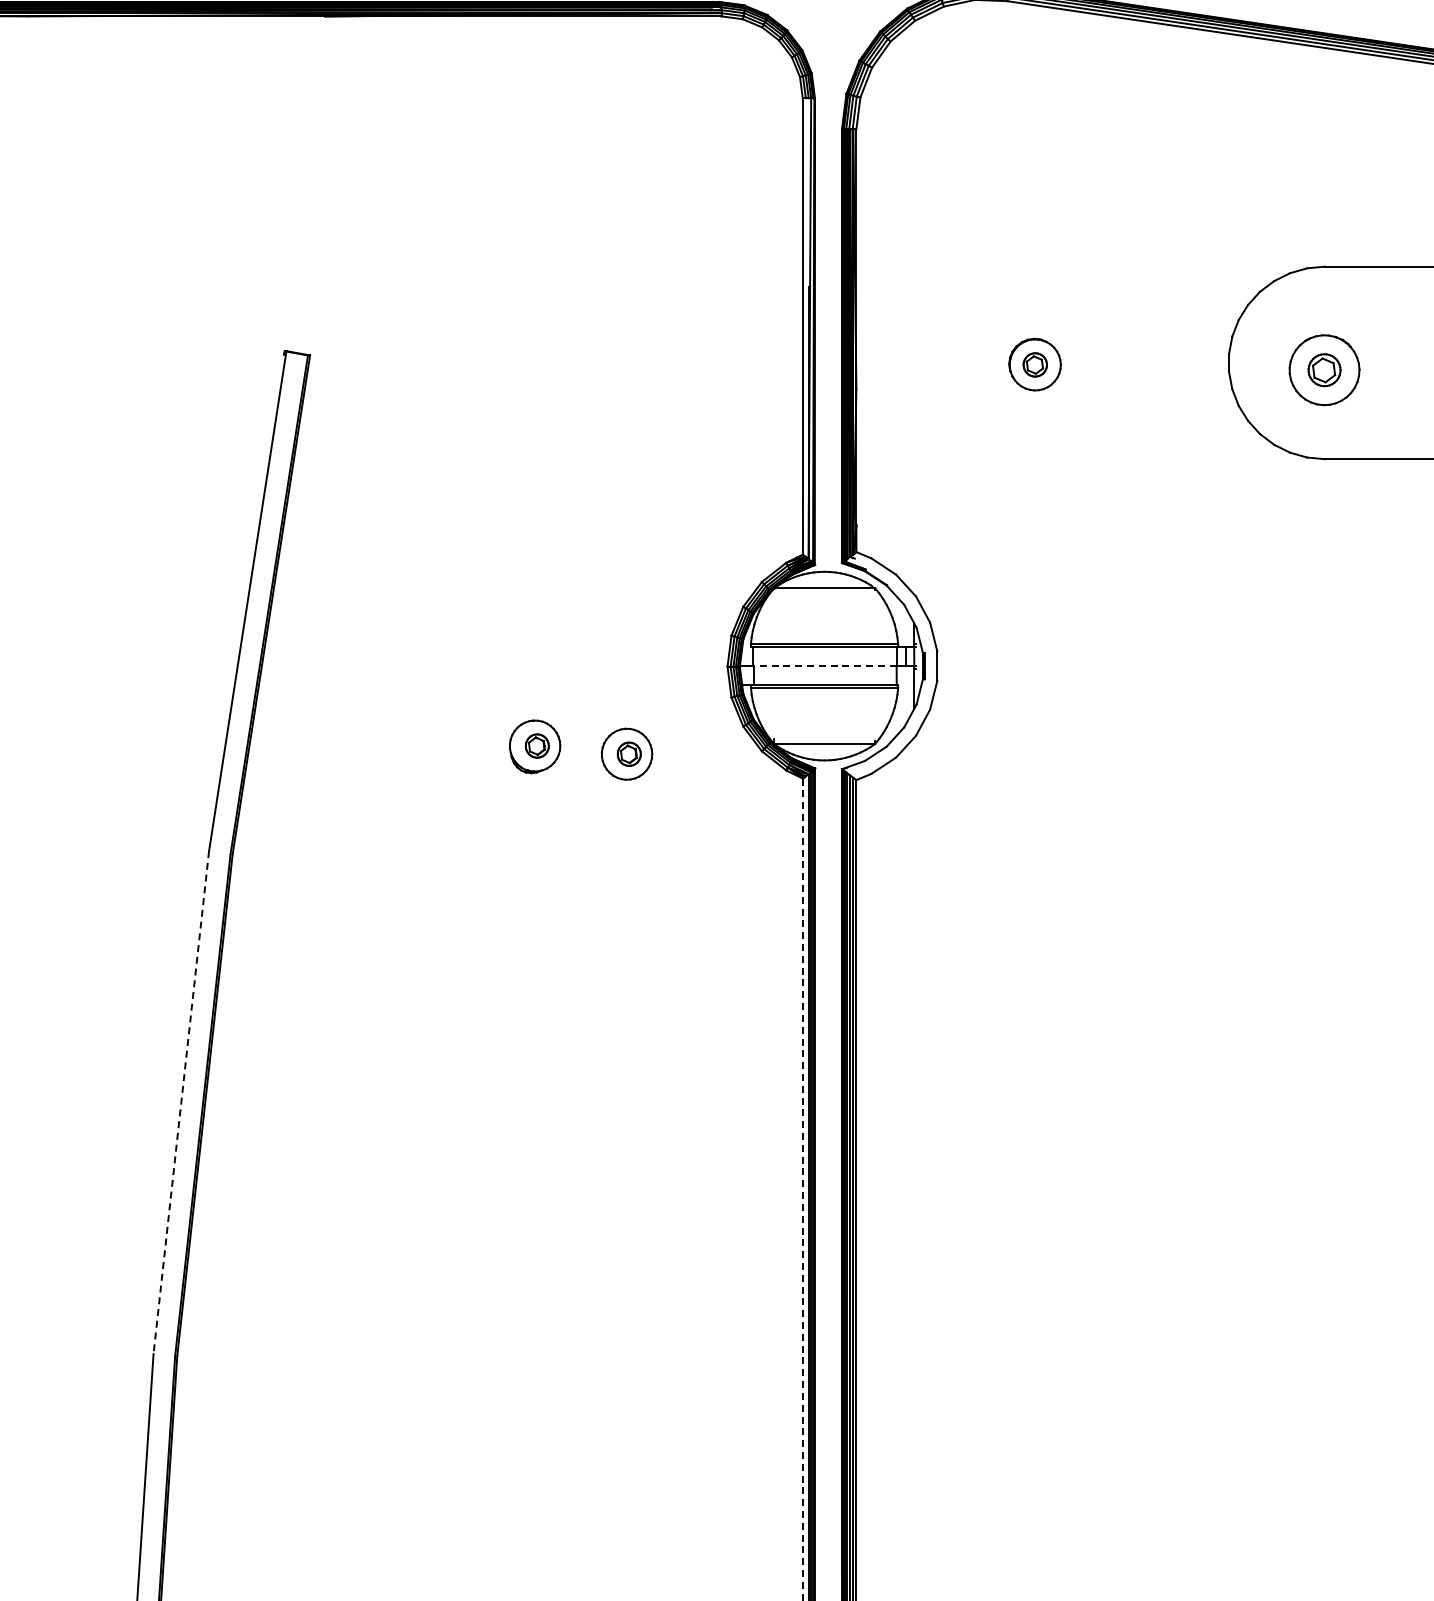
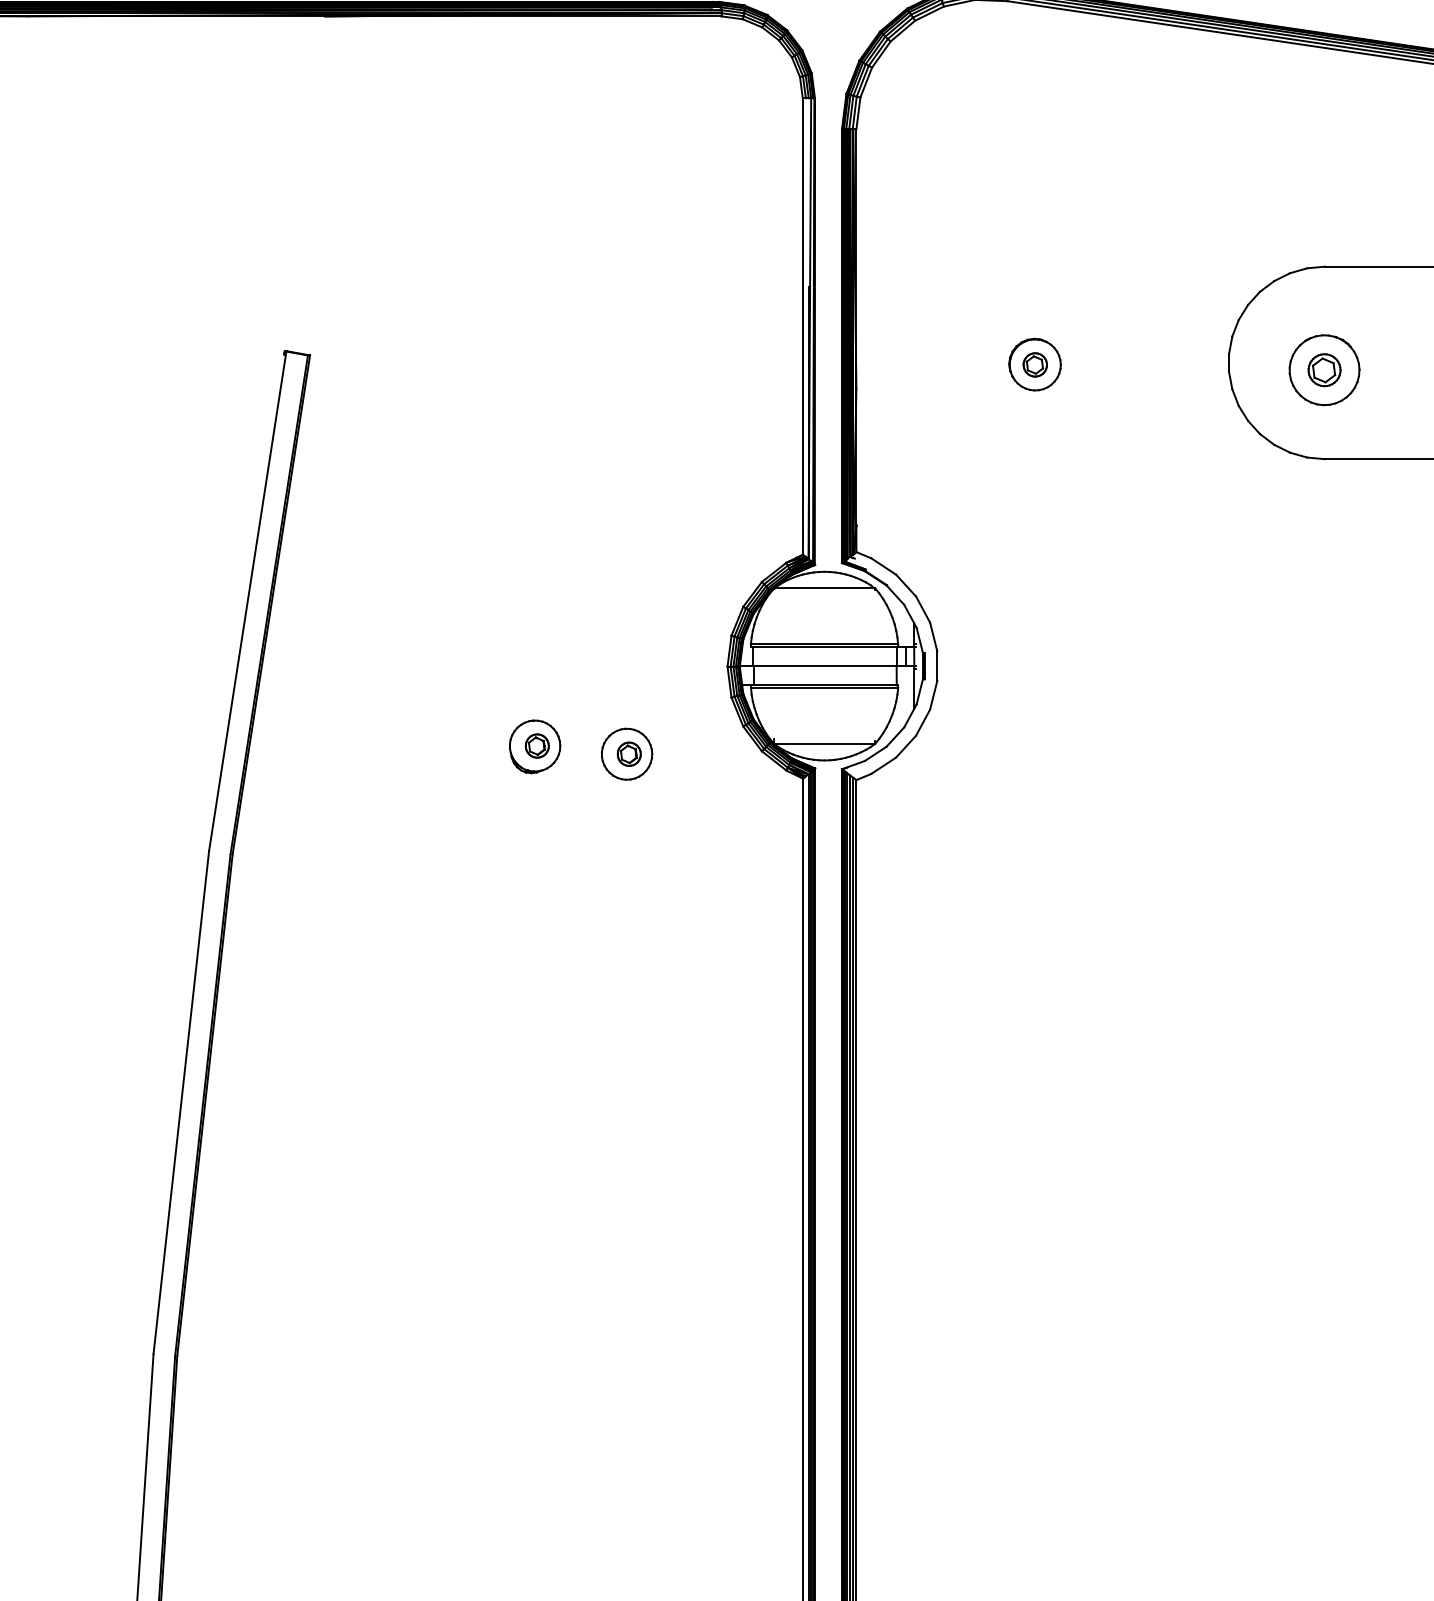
line at (824, 666): dashed -> solid
line at (181, 1103): dashed -> solid
line at (802, 1189): dashed -> solid
